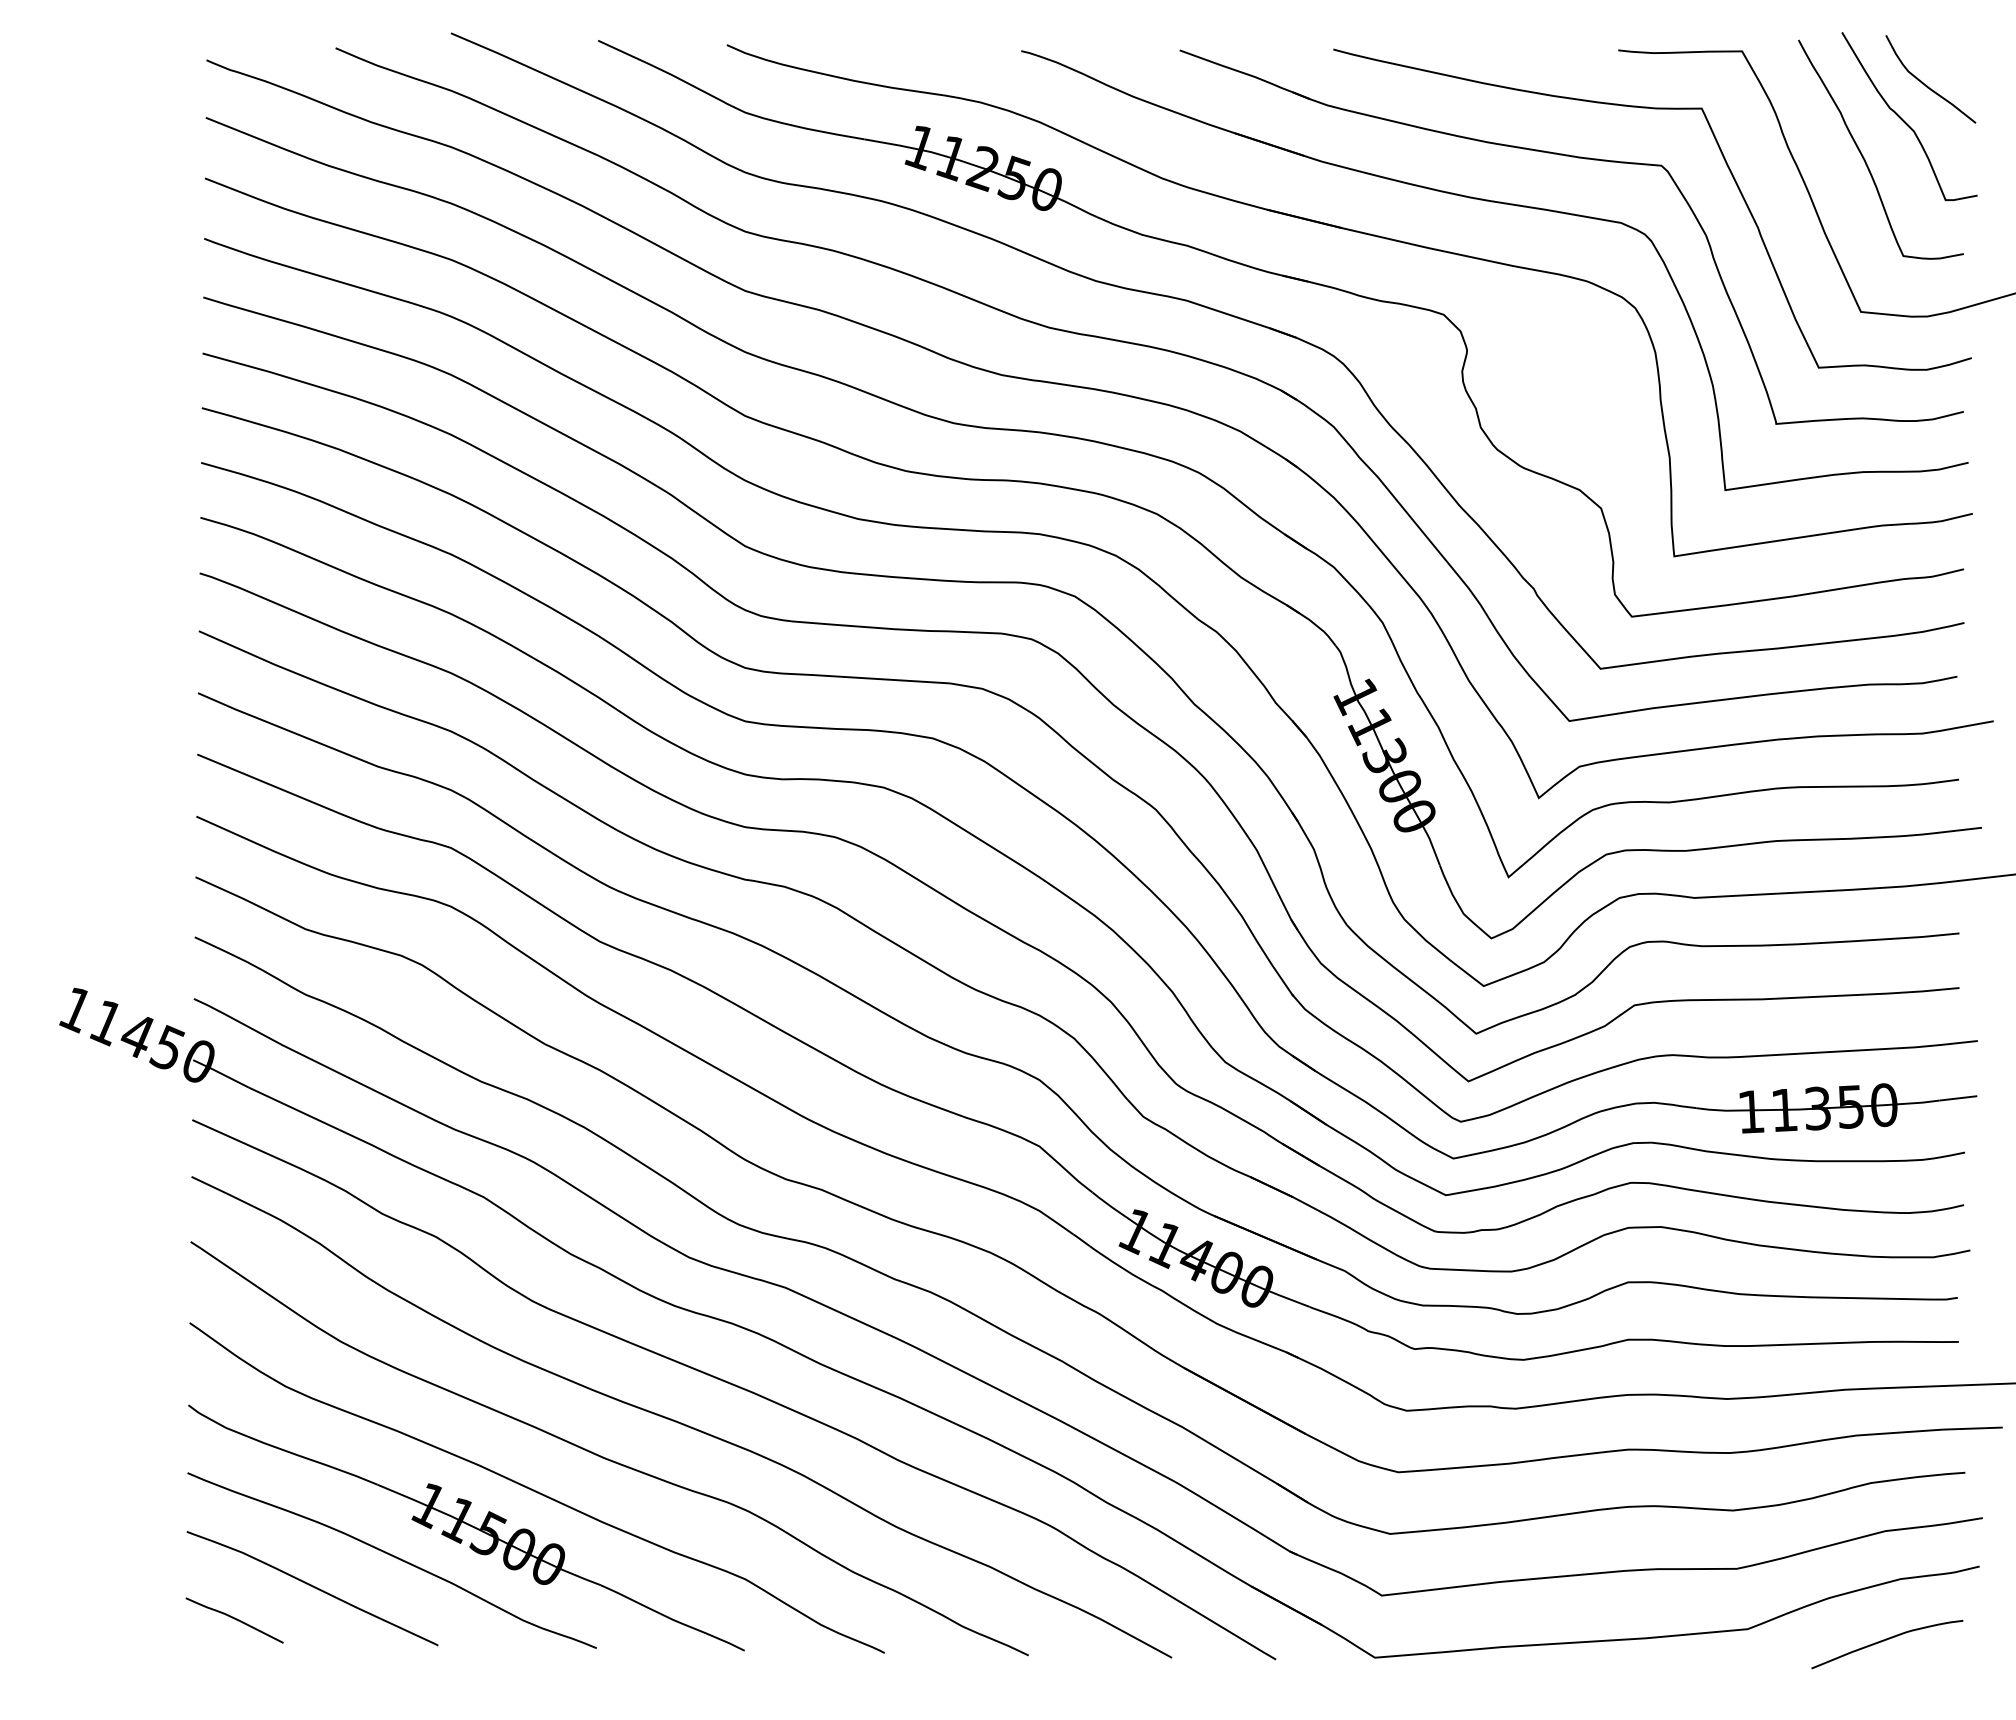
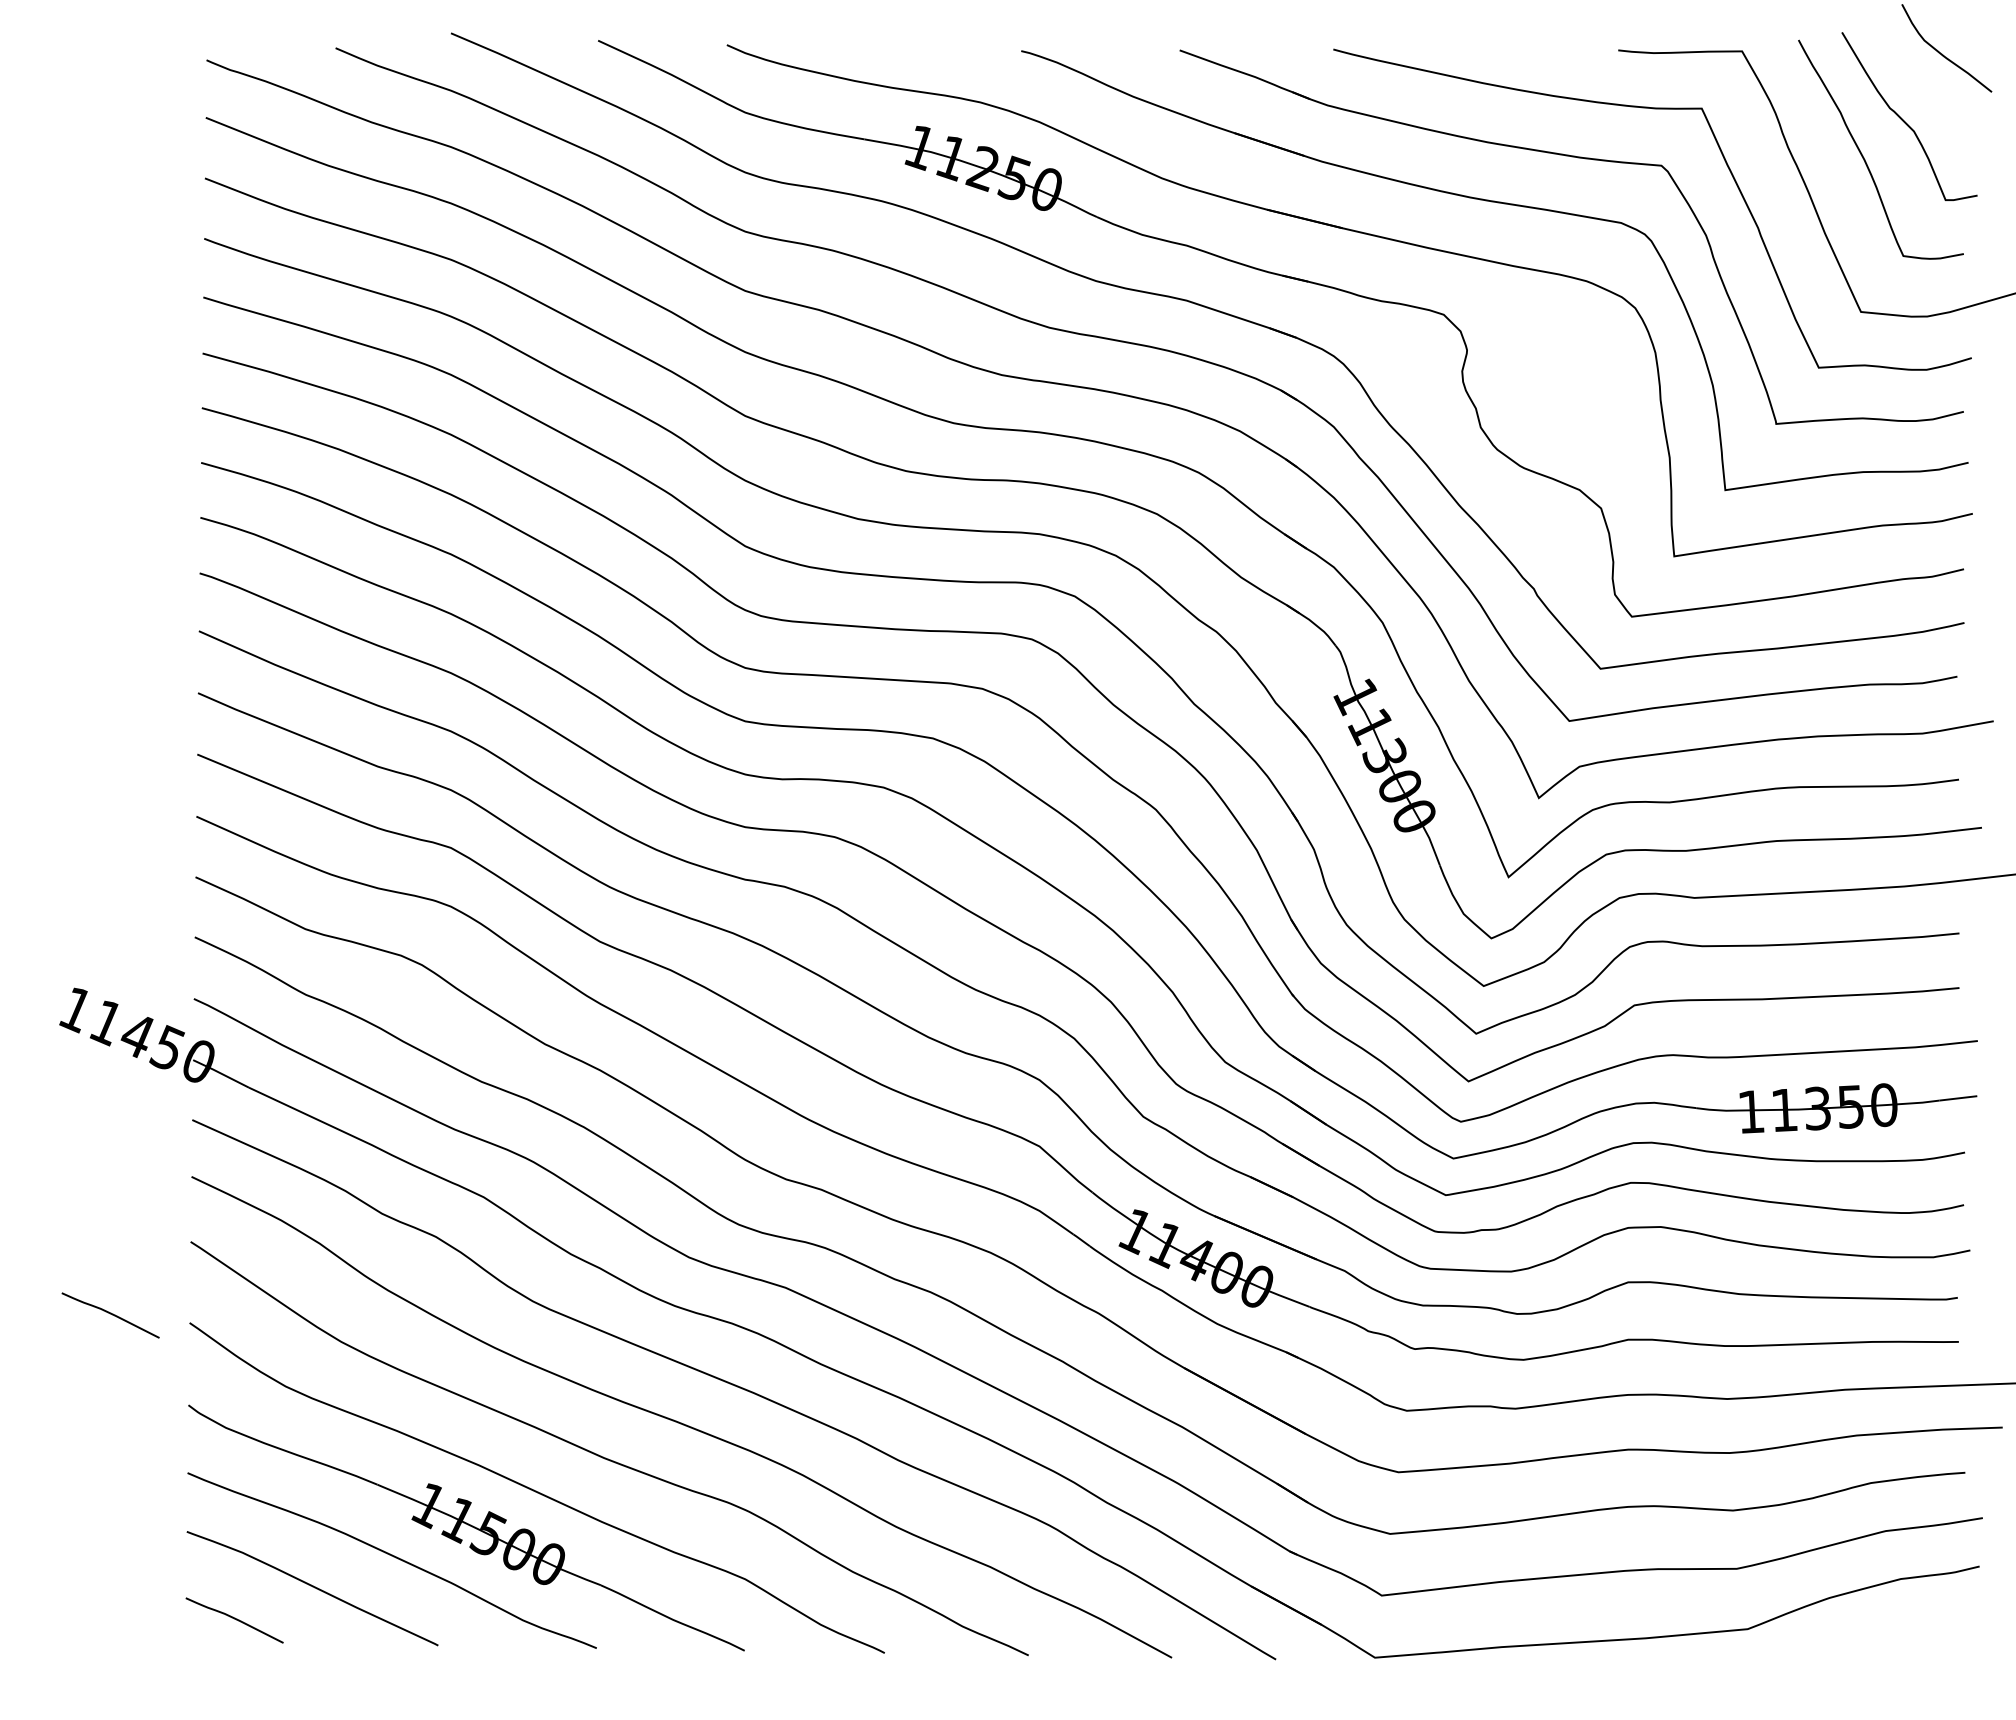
curve at (1926, 84) position: (1926, 84) -> (1942, 53)
curve at (110, 1314): none -> present
curve at (1887, 1640): present -> none
